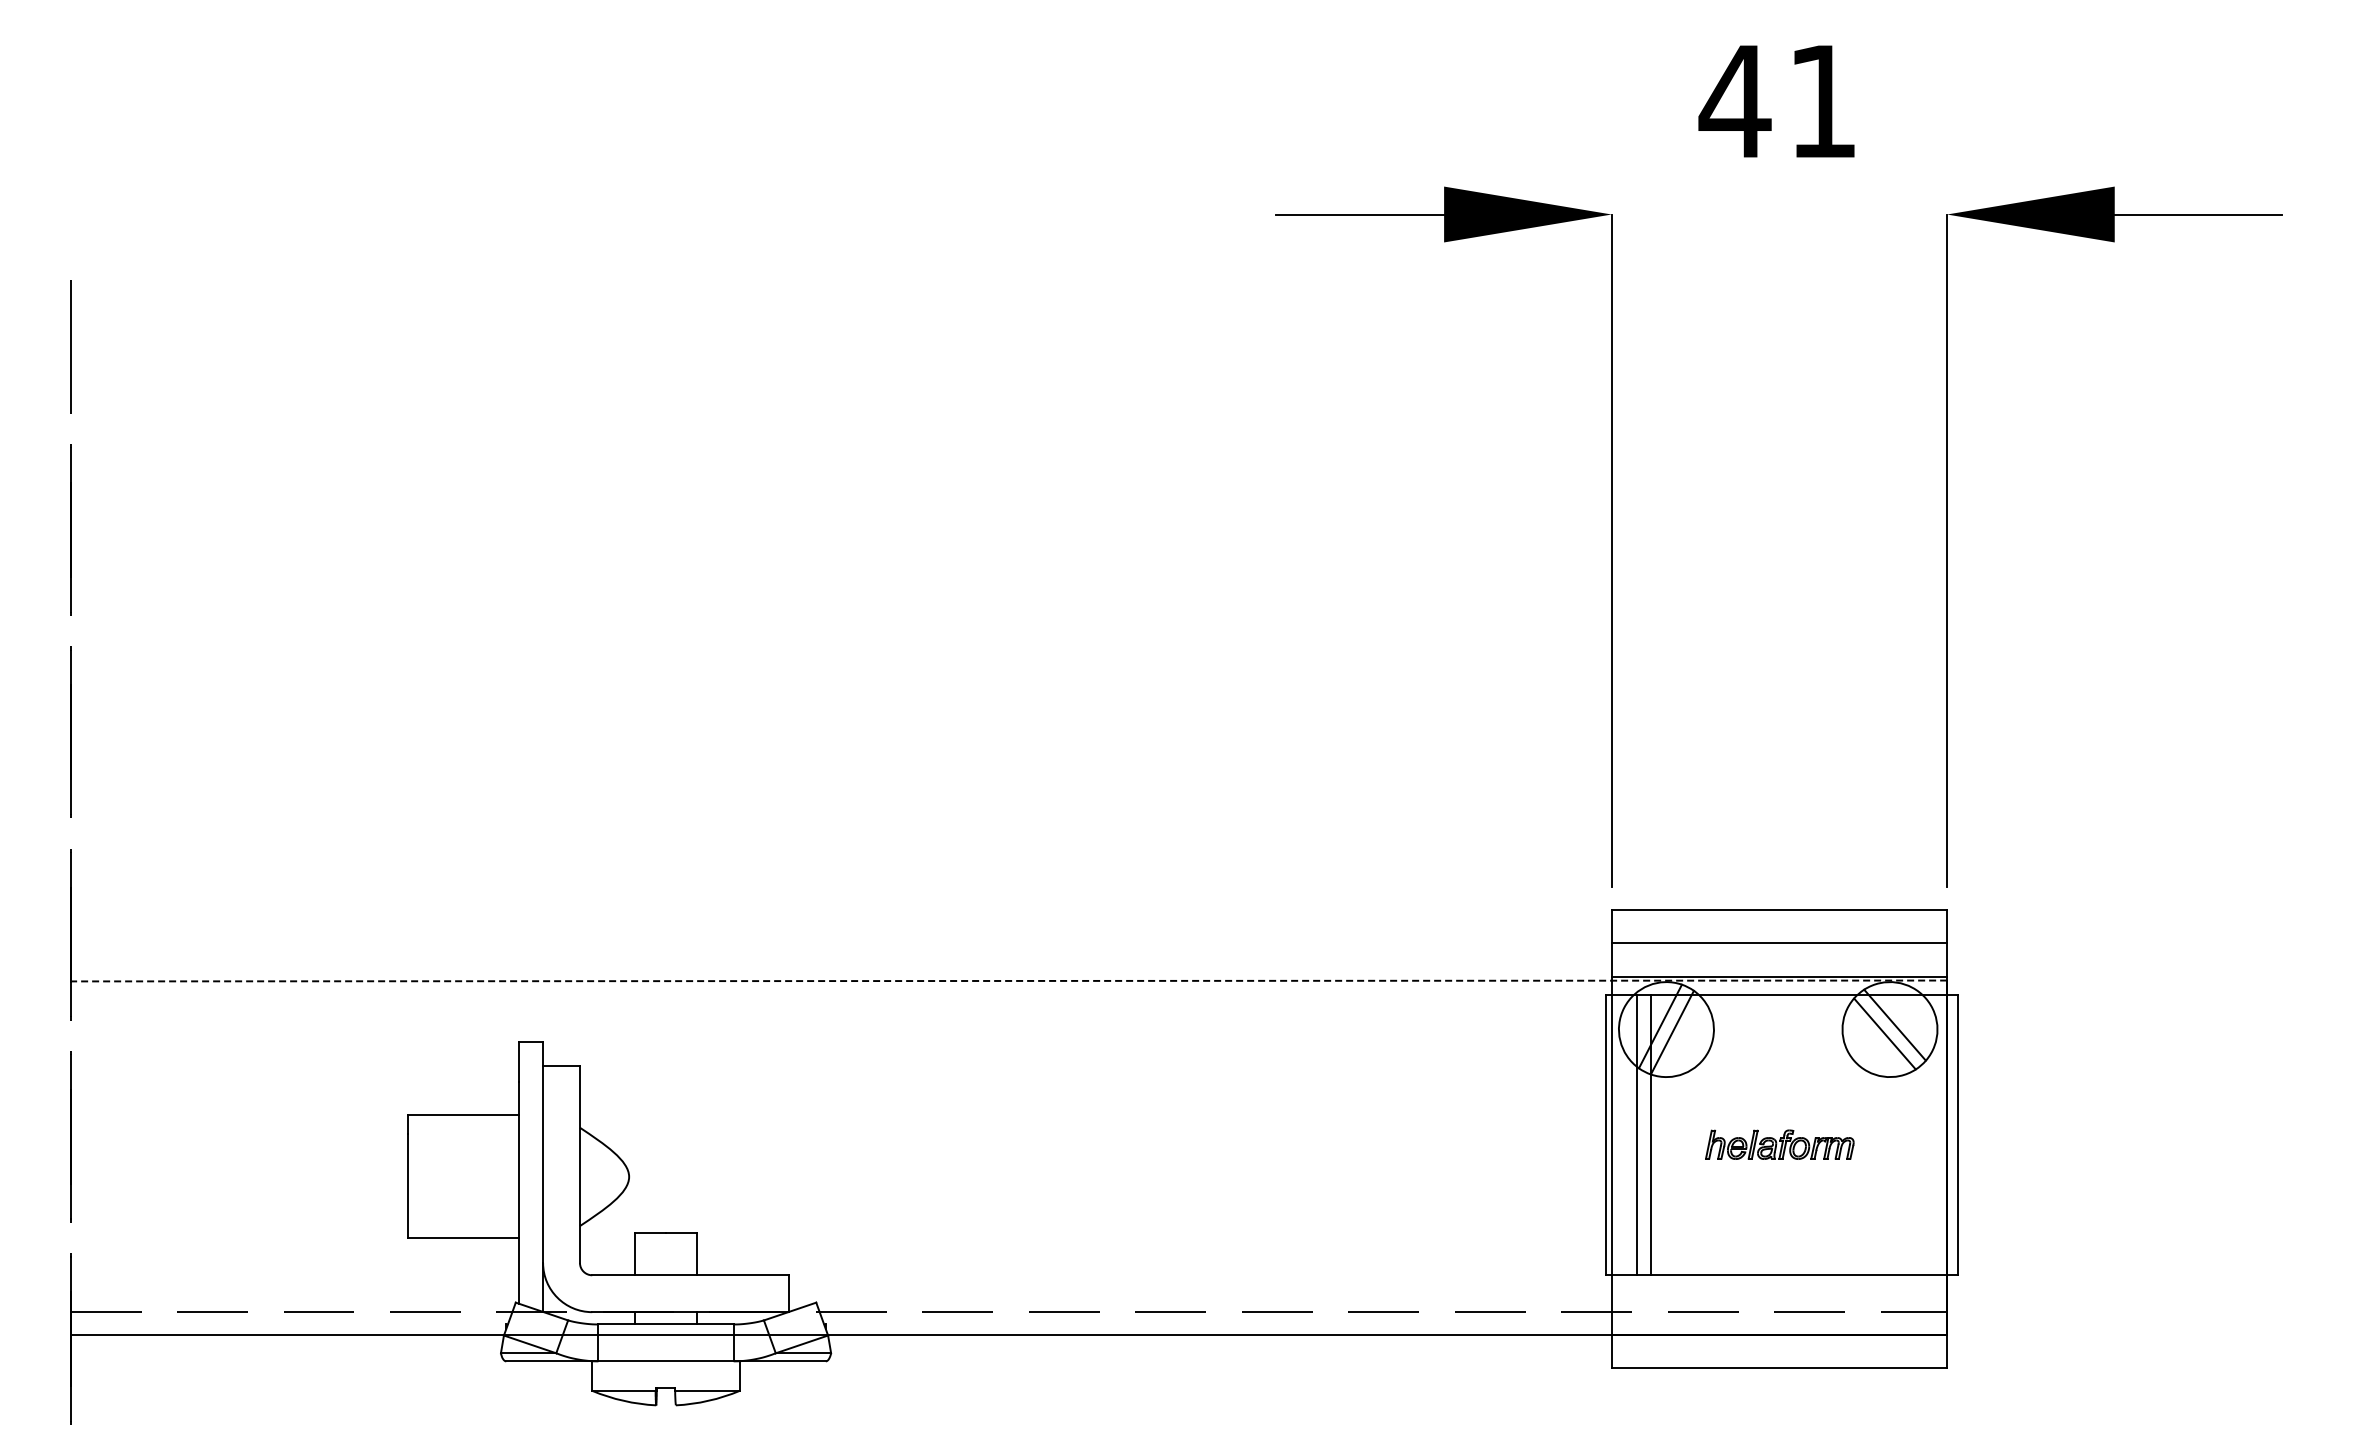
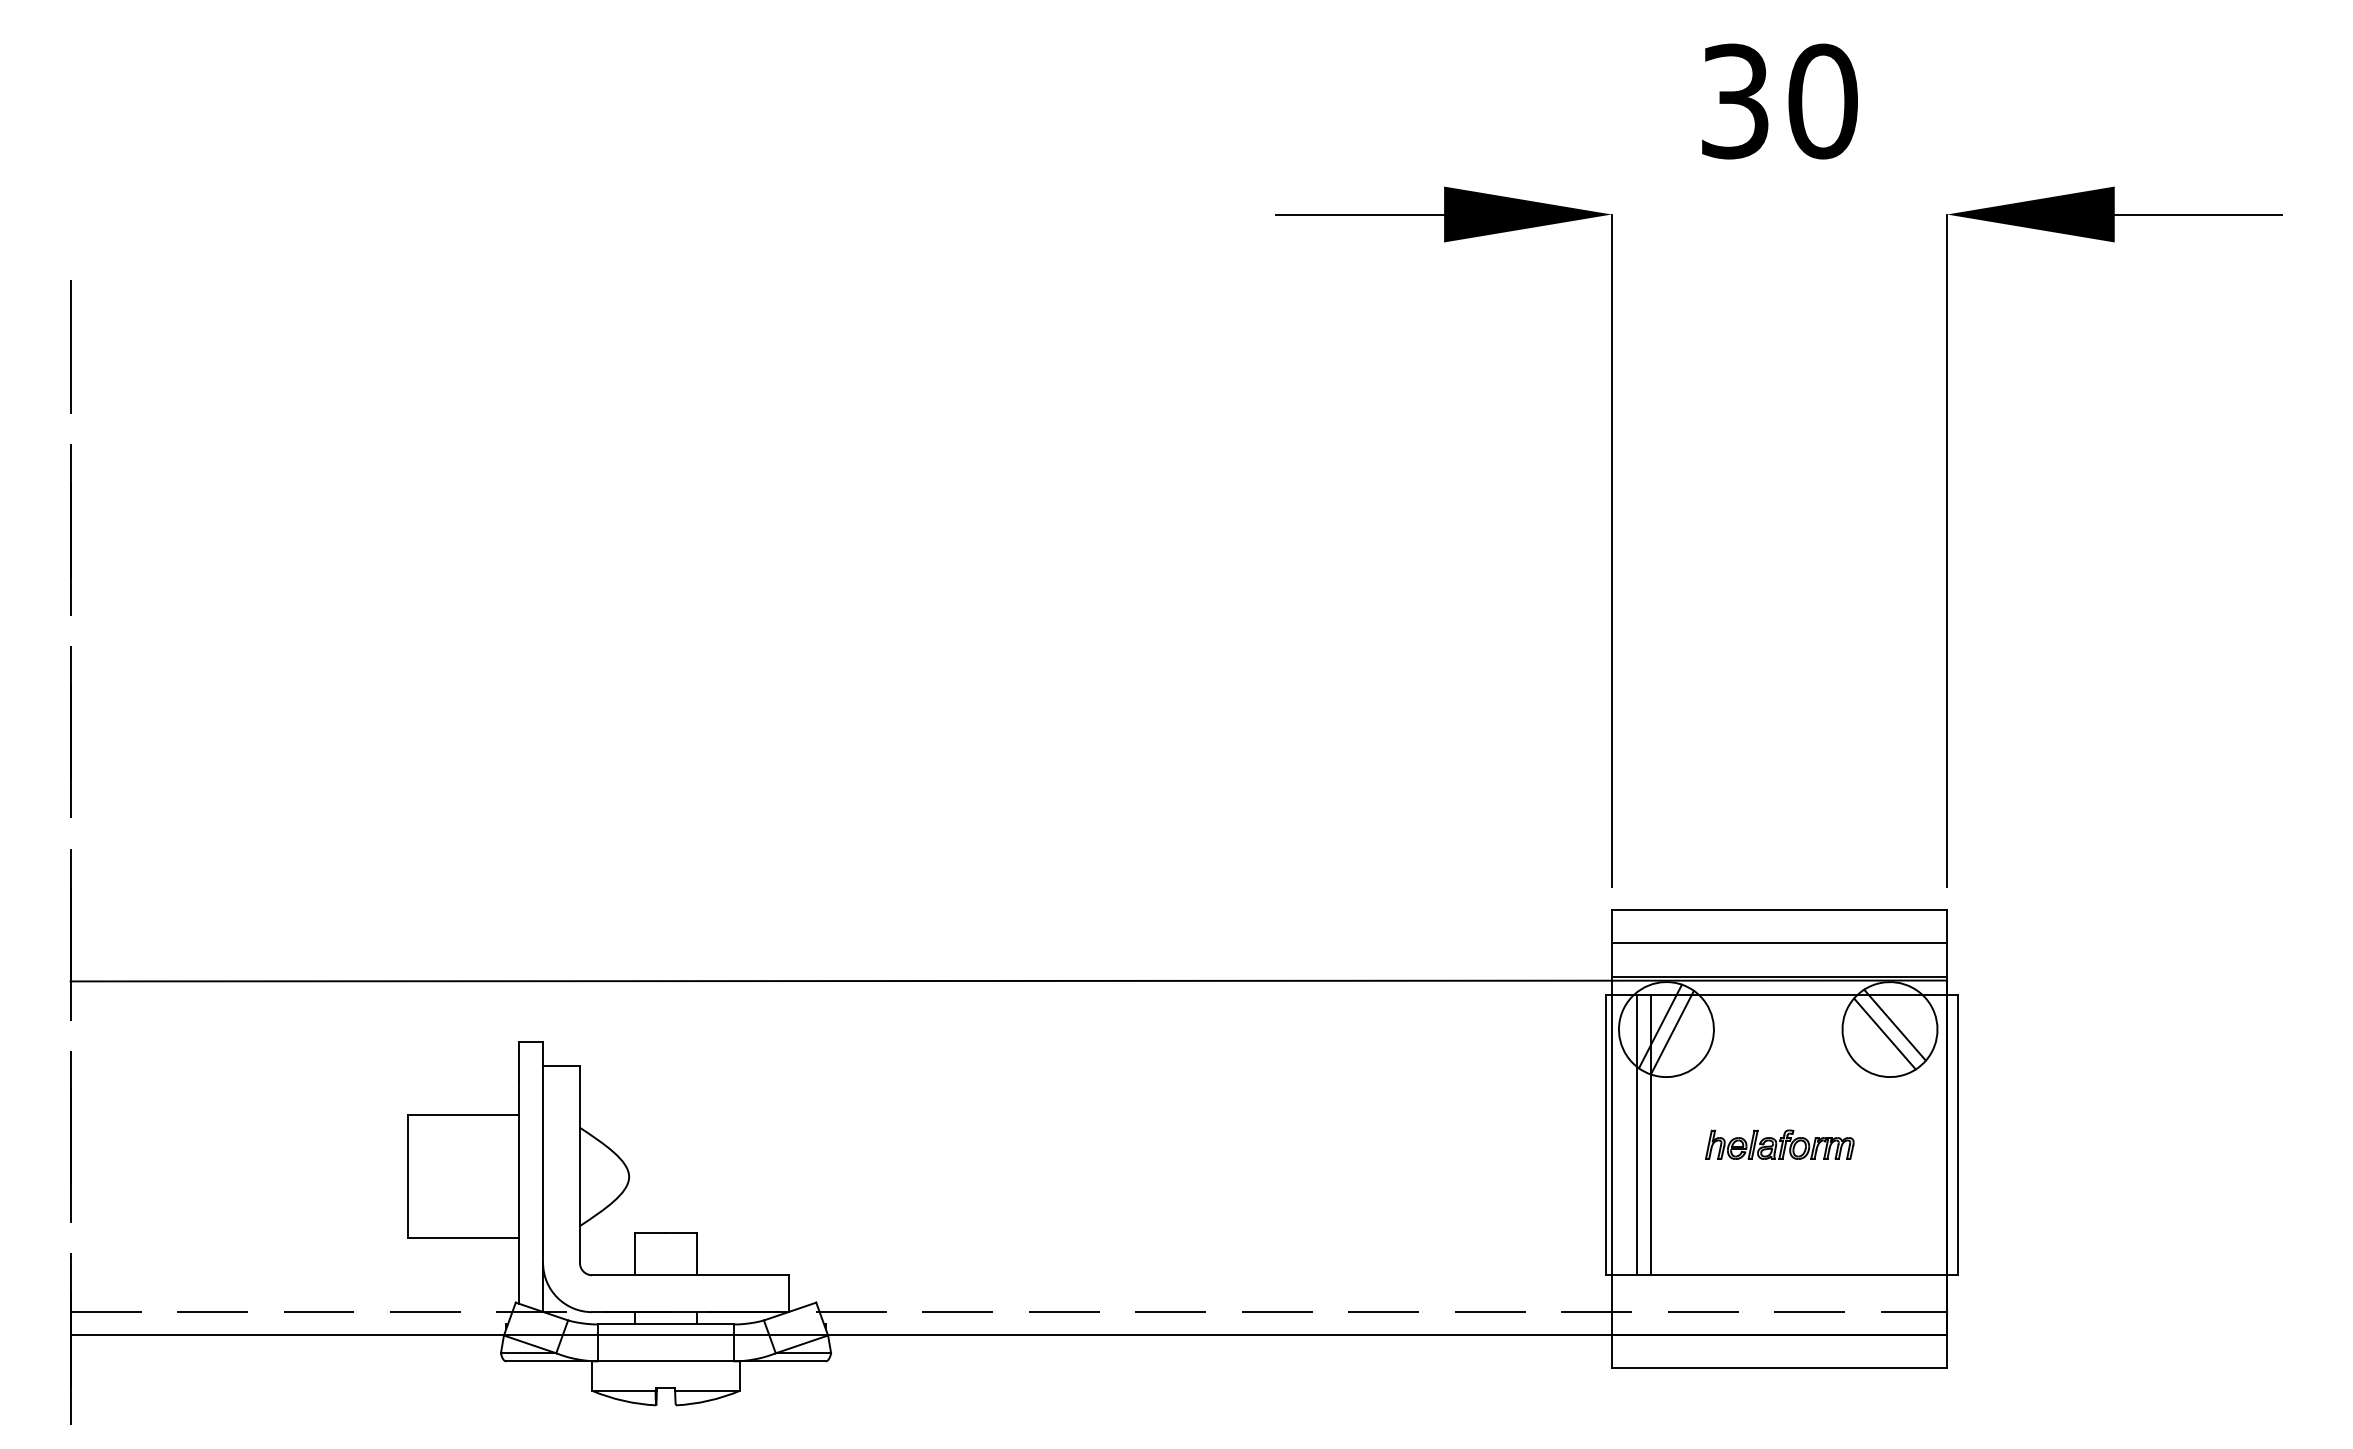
text at (1777, 101): 41 -> 30
line at (1008, 980): dashed -> solid
